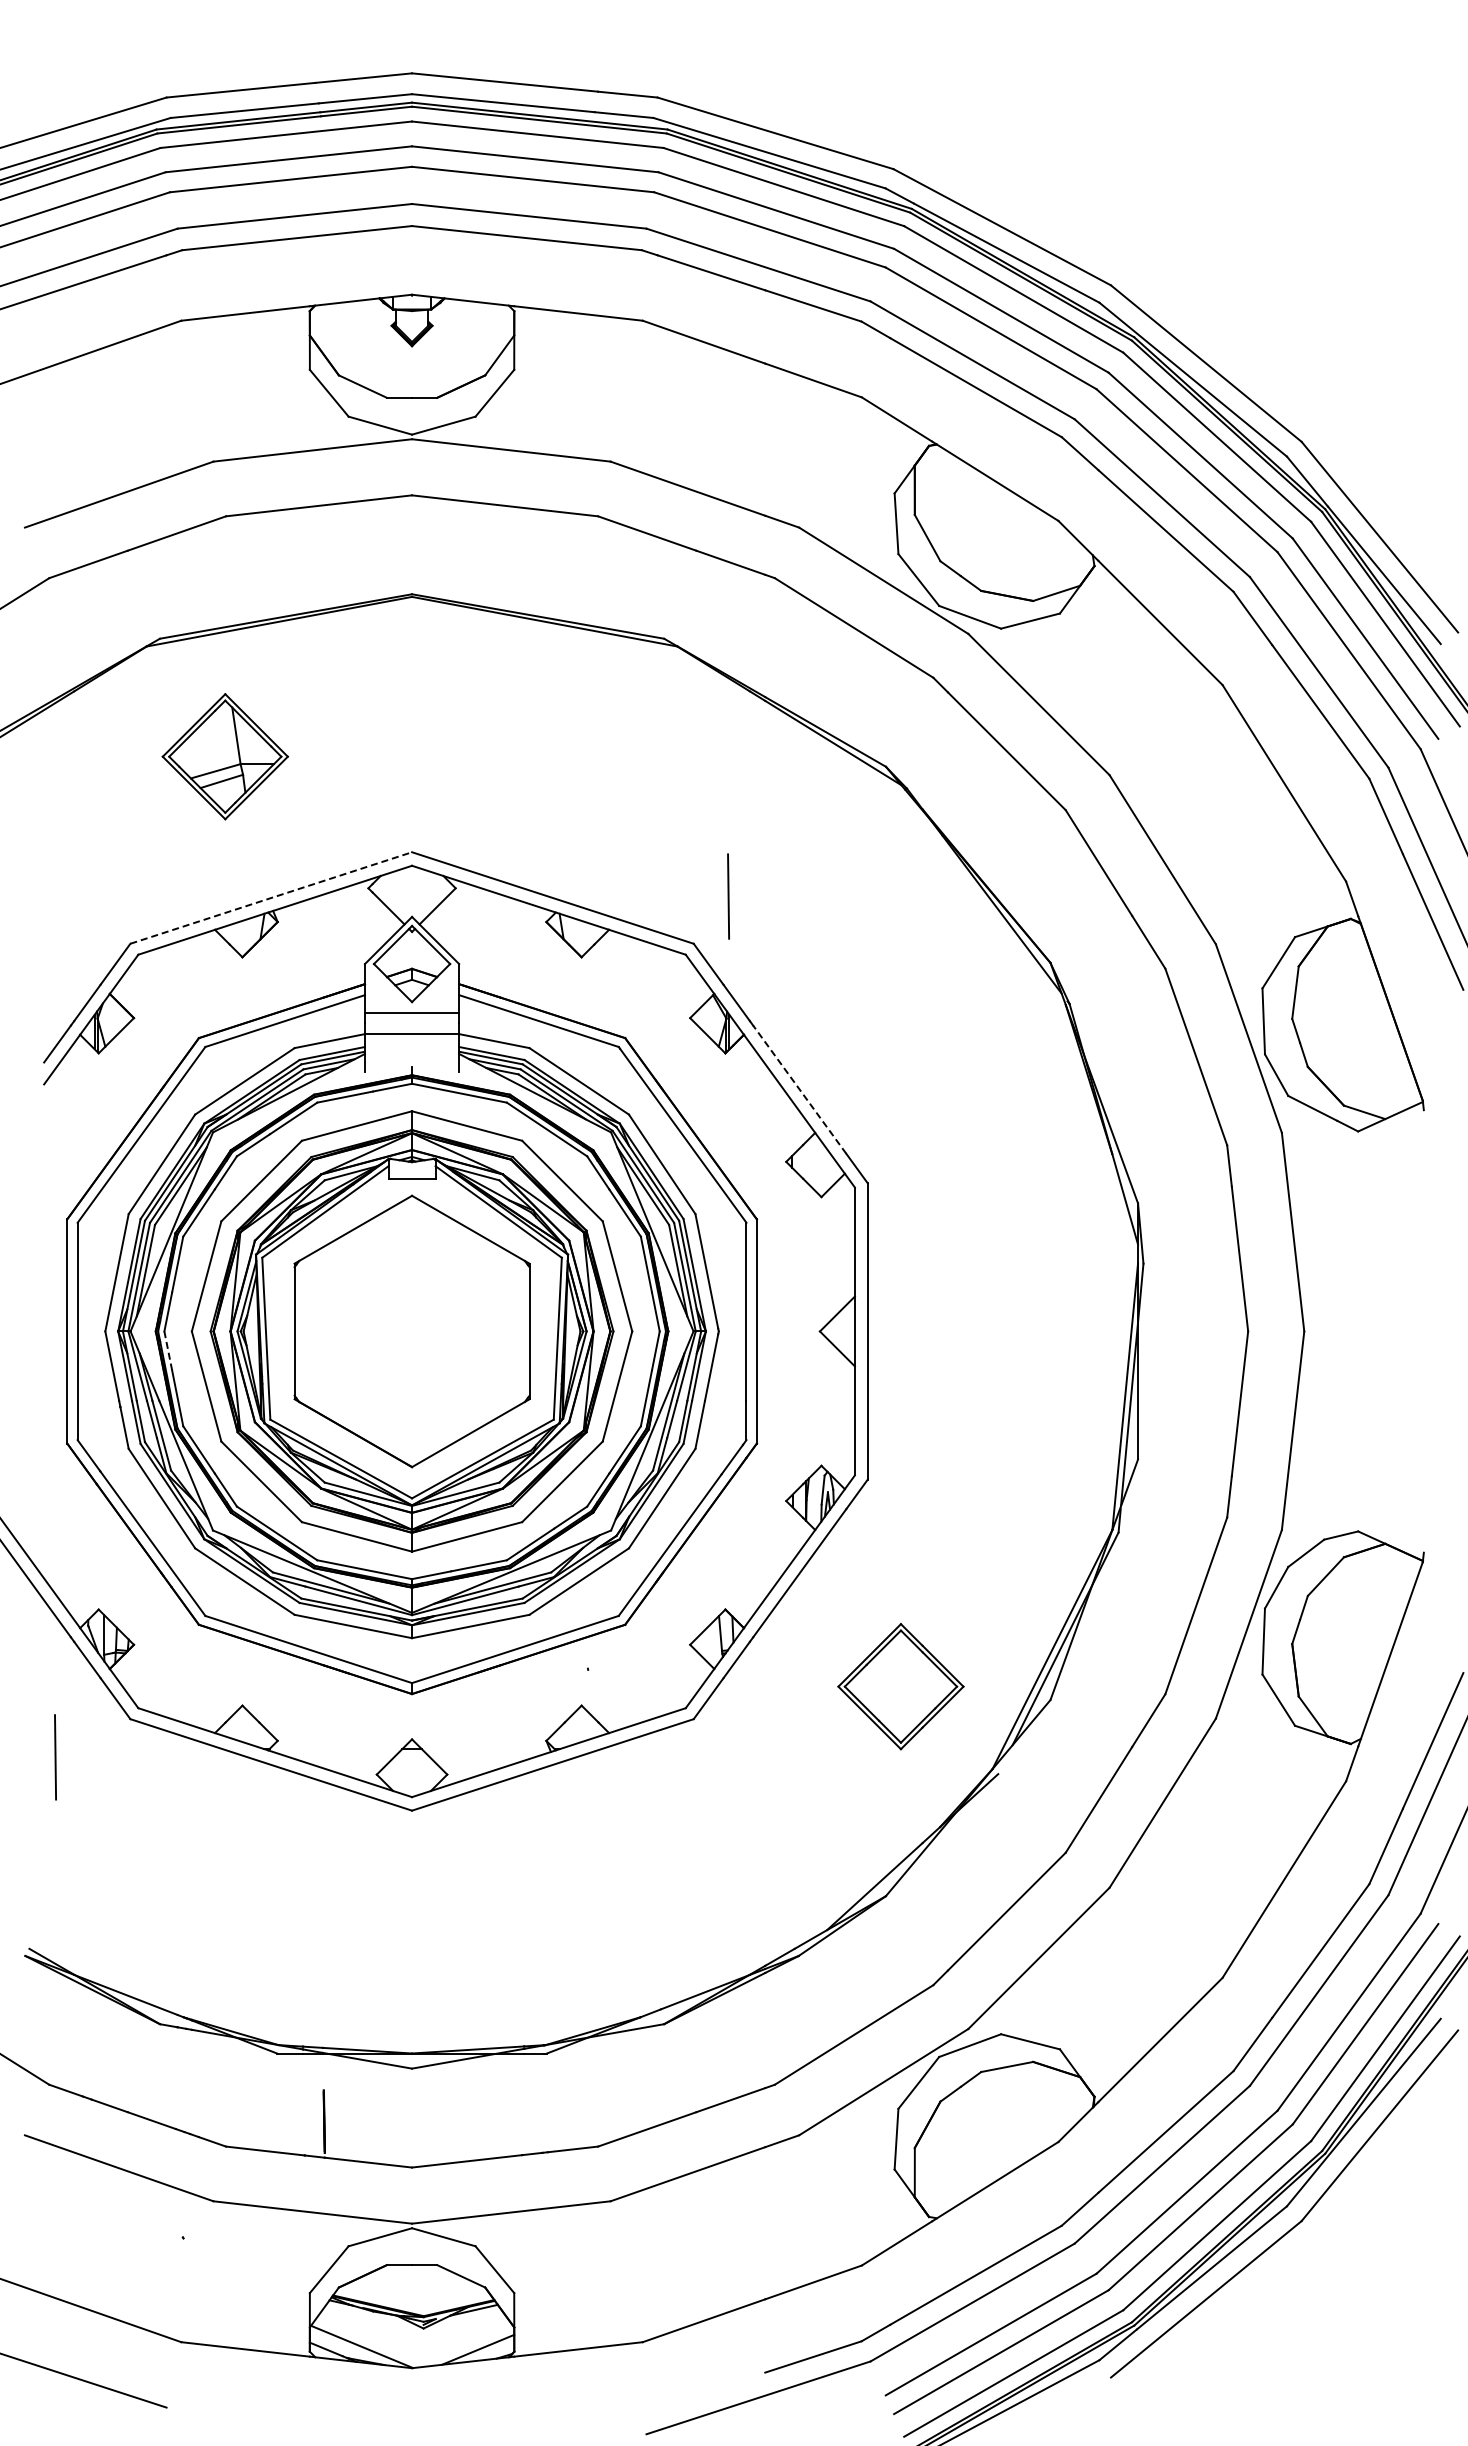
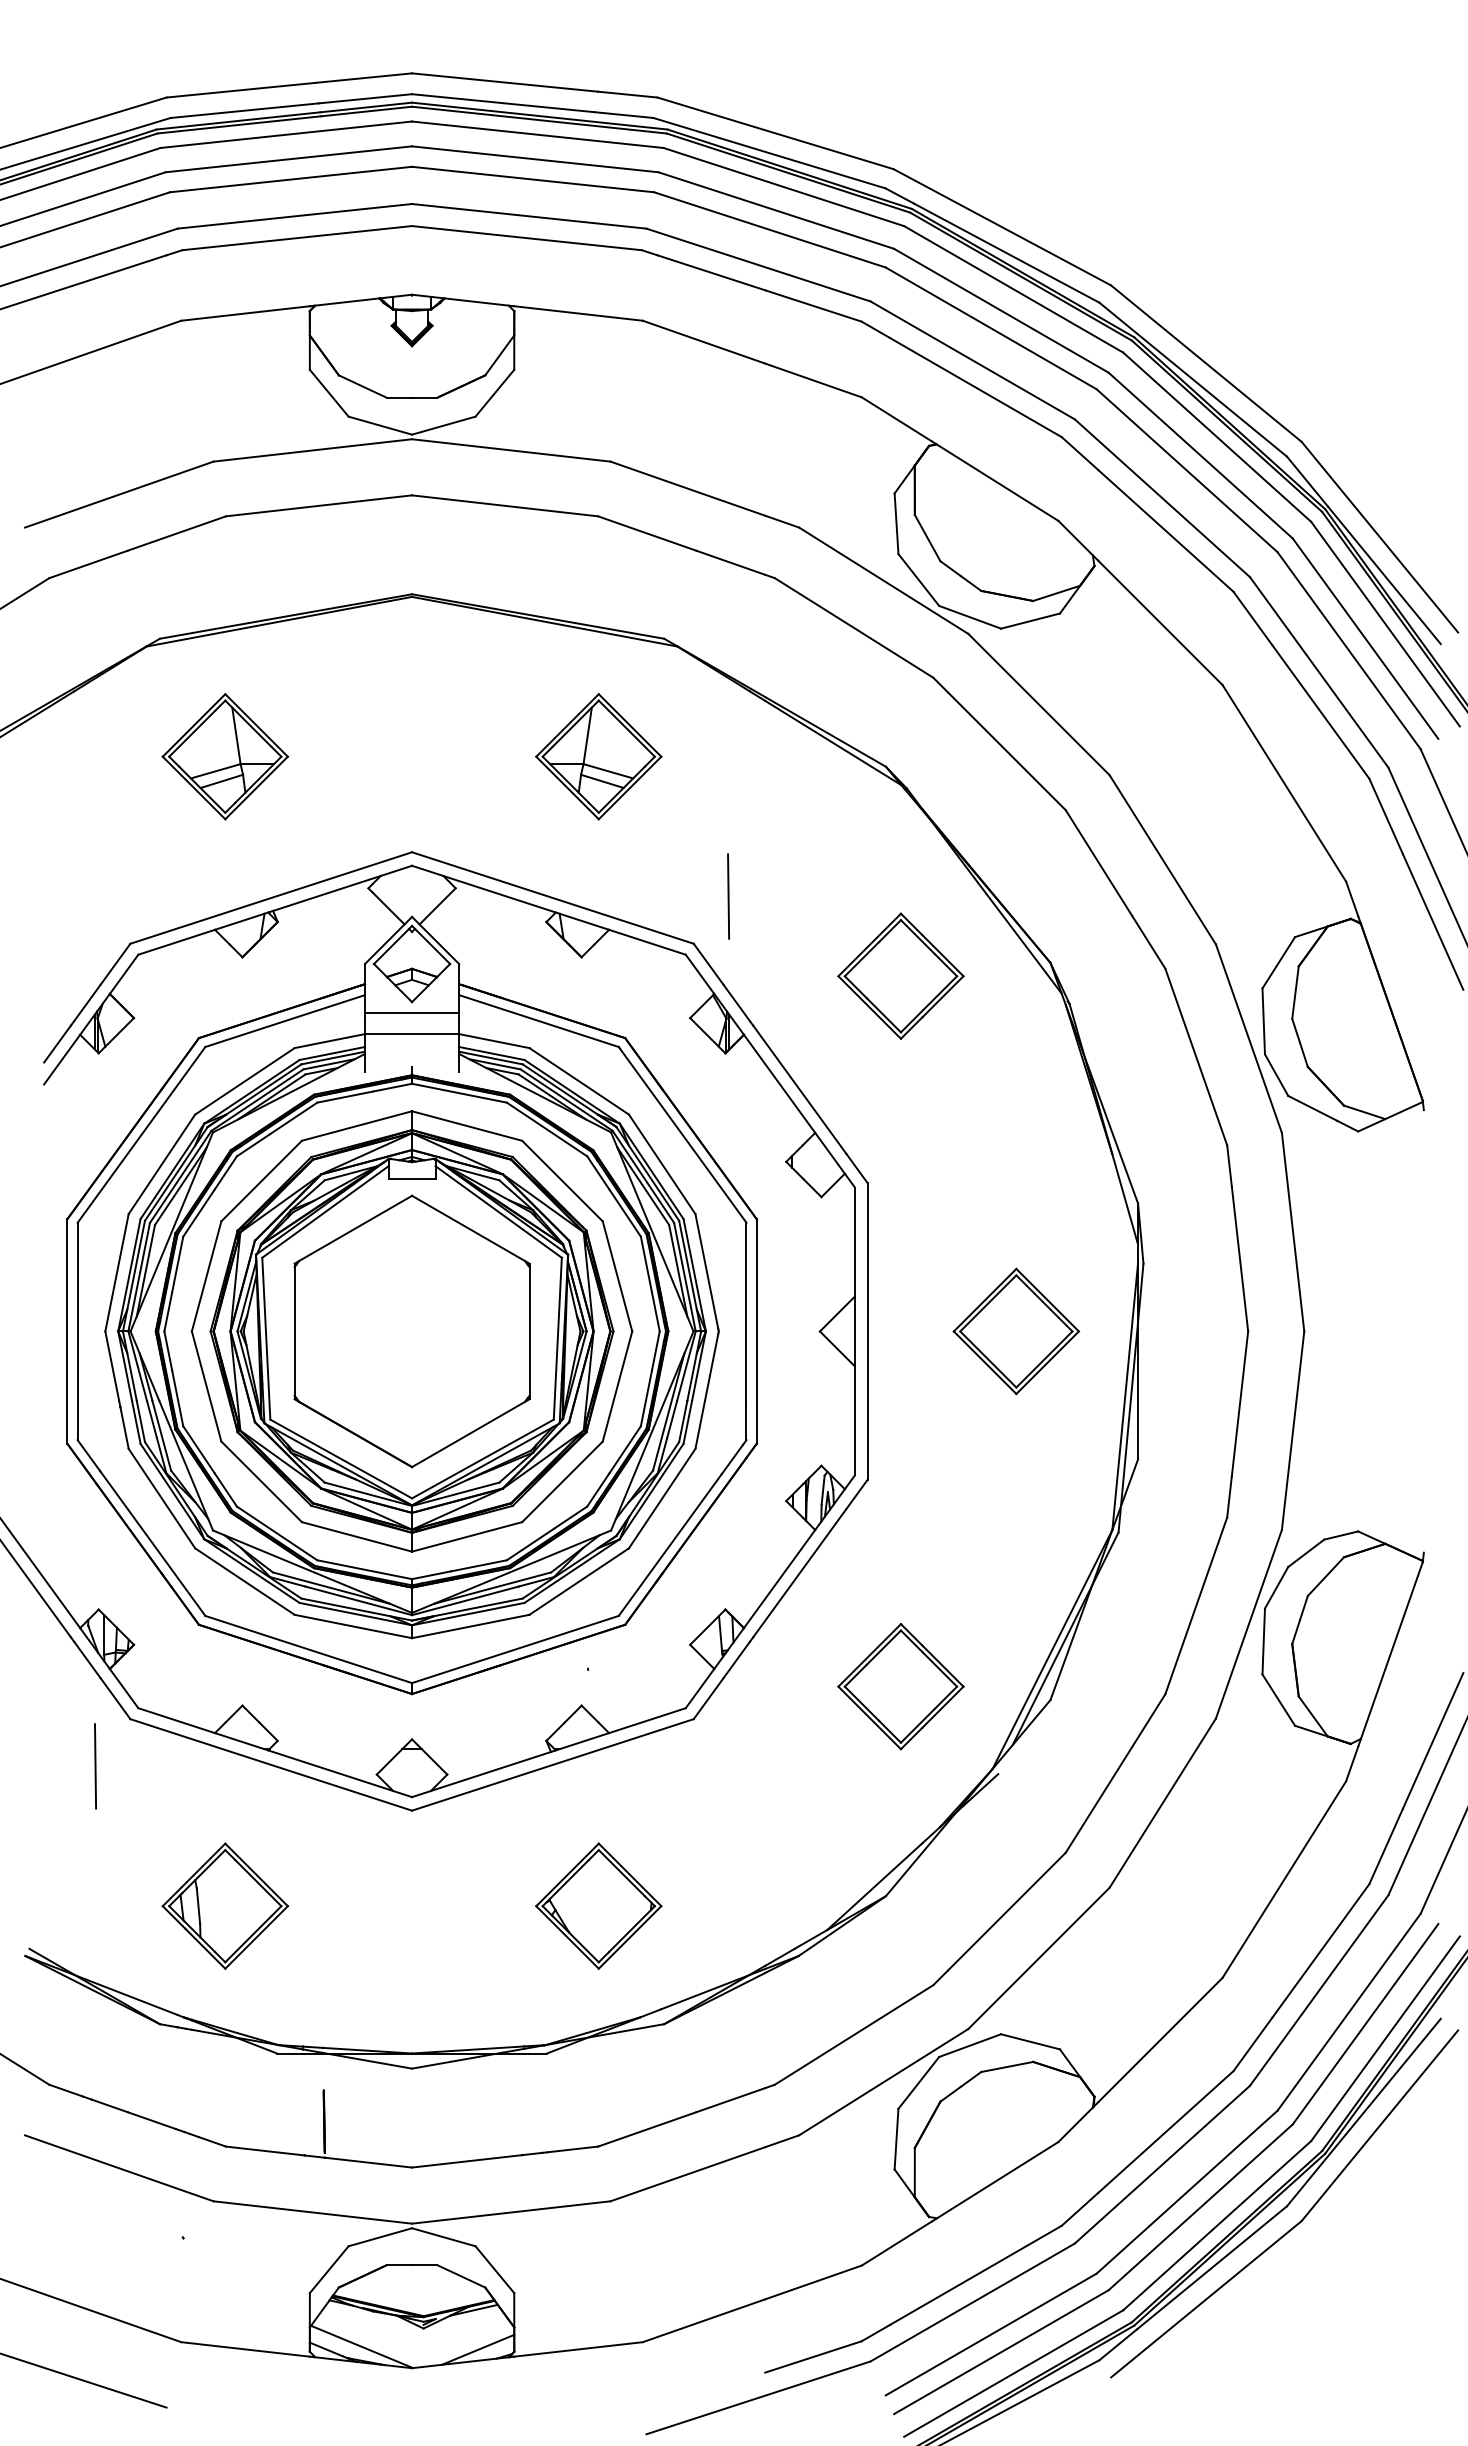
part at (598, 756): none -> present
line at (271, 897): dashed -> solid
part at (900, 975): none -> present
line at (799, 1089): dashed -> solid
part at (1016, 1331): none -> present
line at (168, 1350): dashed -> solid
line at (55, 1757) position: (55, 1757) -> (95, 1766)
part at (224, 1905): none -> present
part at (598, 1905): none -> present
